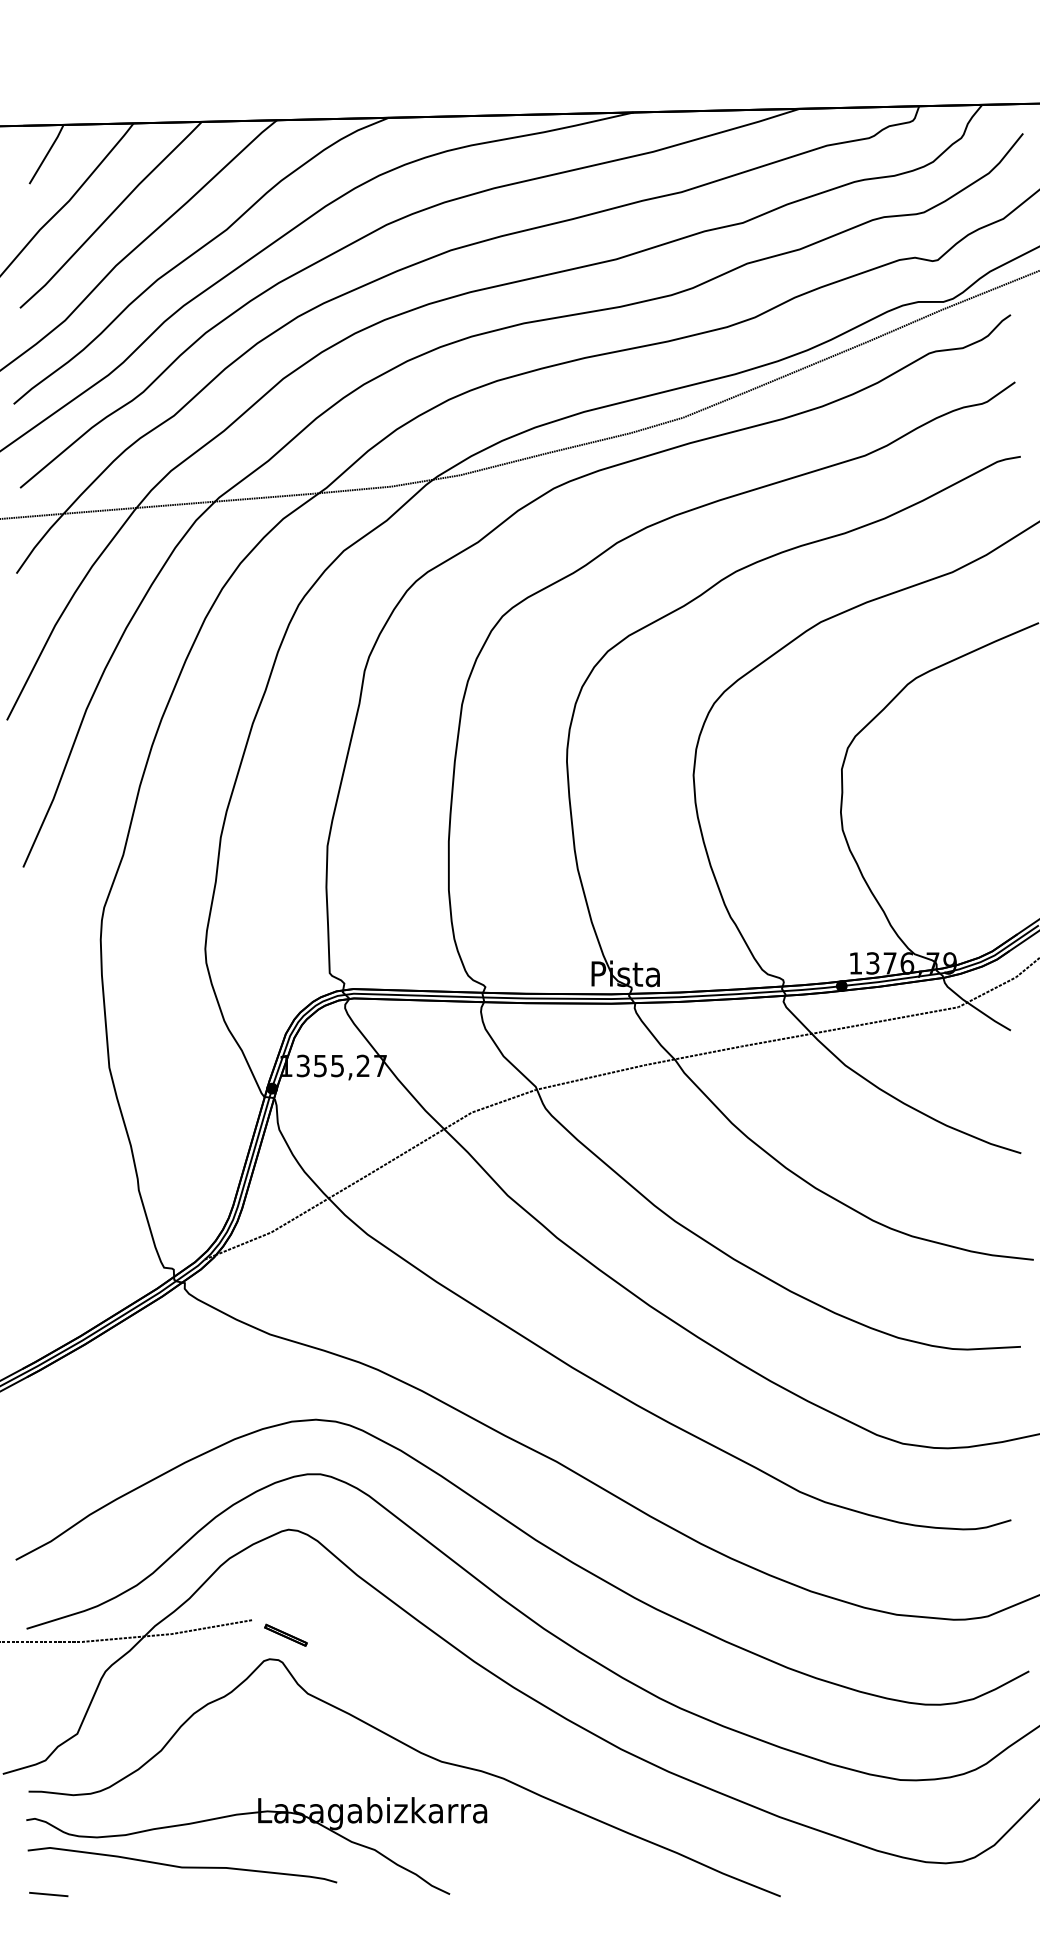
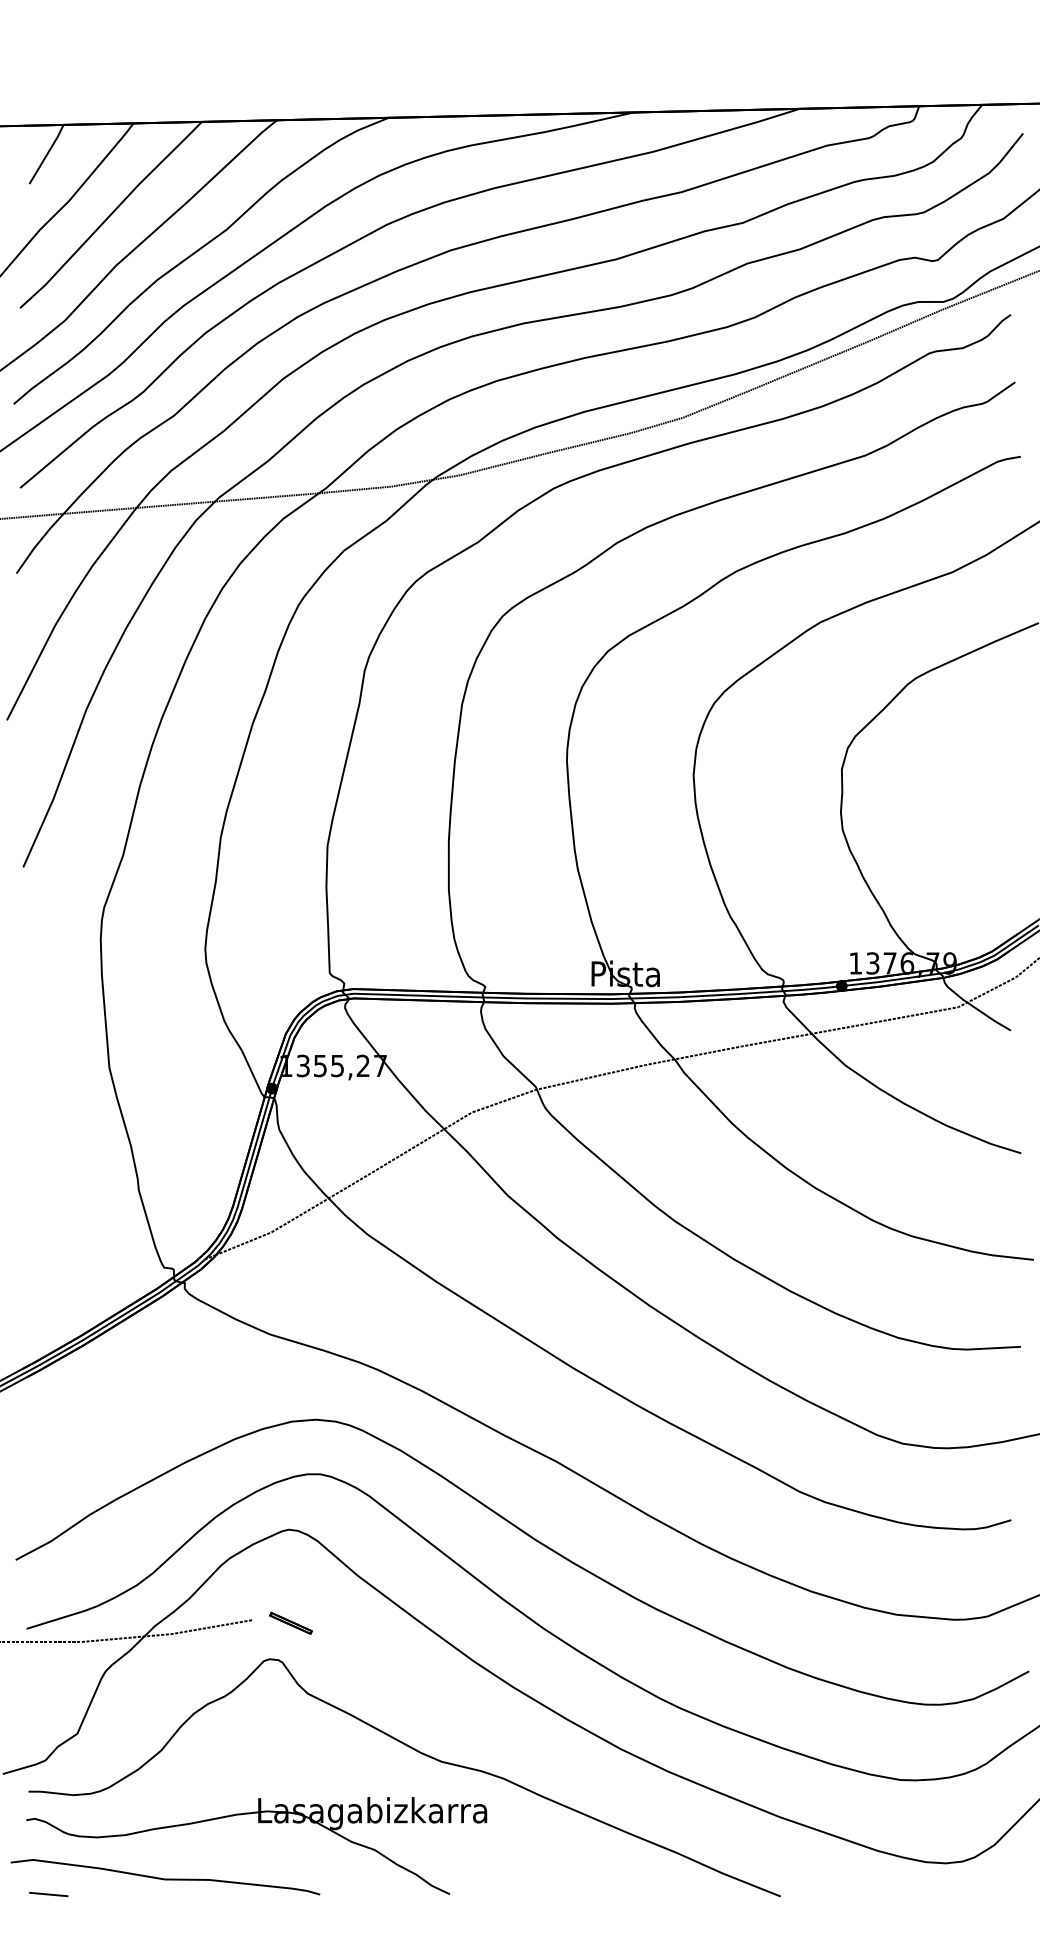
part at (285, 1634) position: (285, 1634) -> (290, 1622)
curve at (182, 1866) position: (182, 1866) -> (165, 1878)
